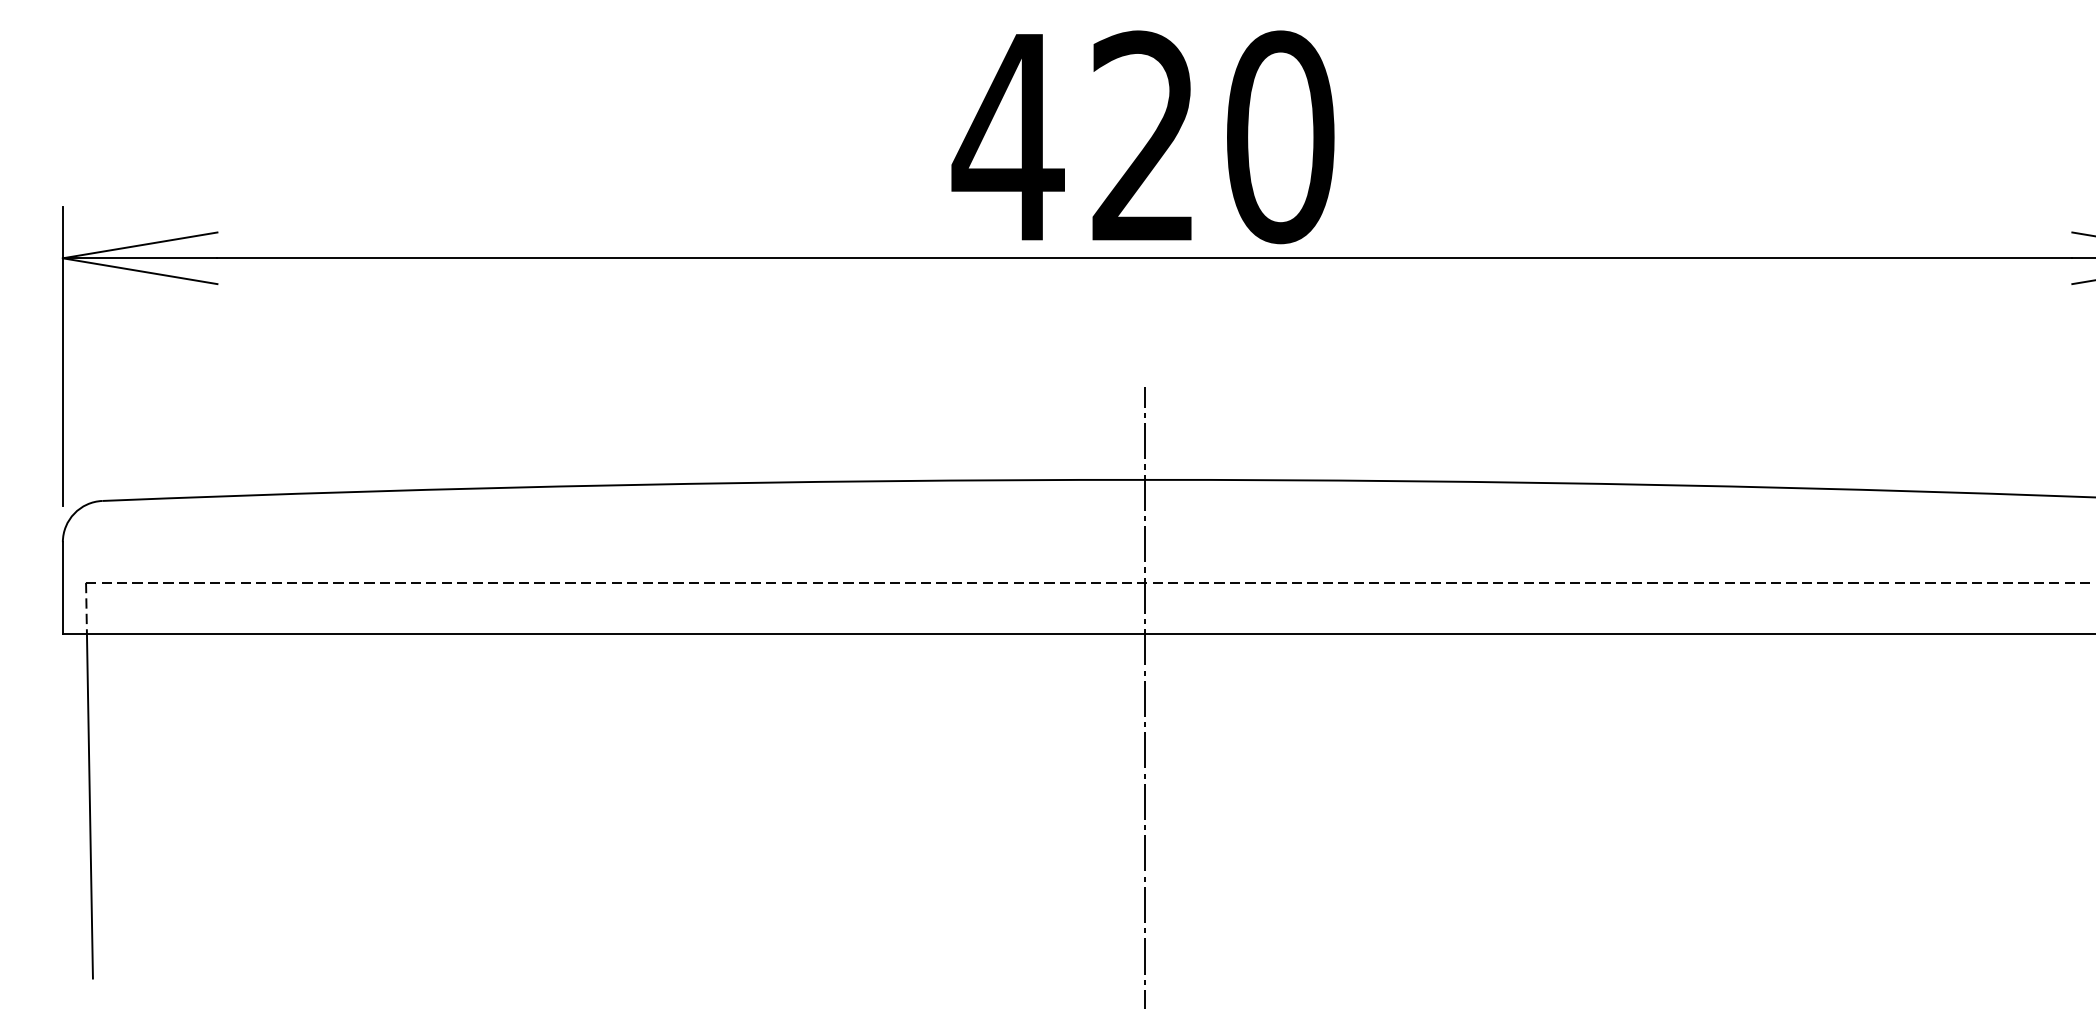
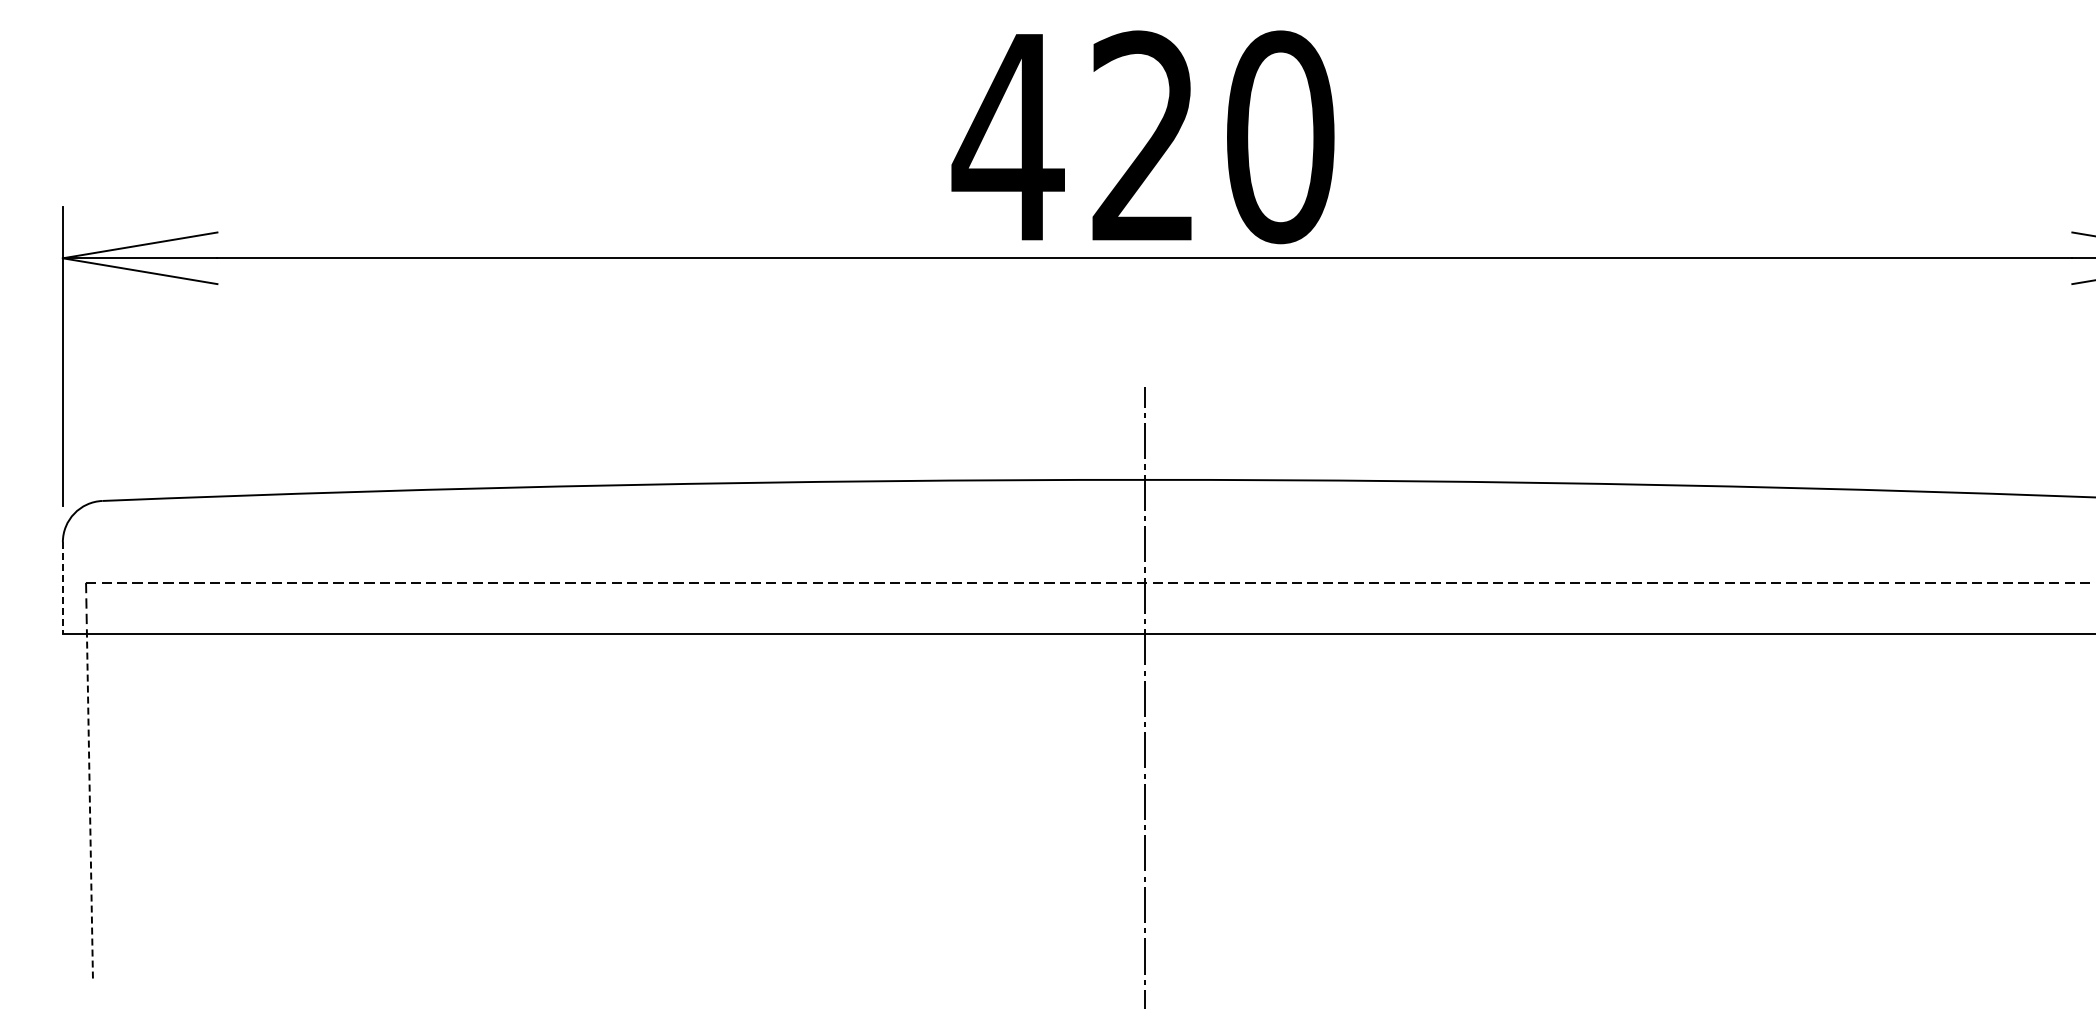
line at (62, 588): solid -> dashed
line at (89, 806): solid -> dashed
